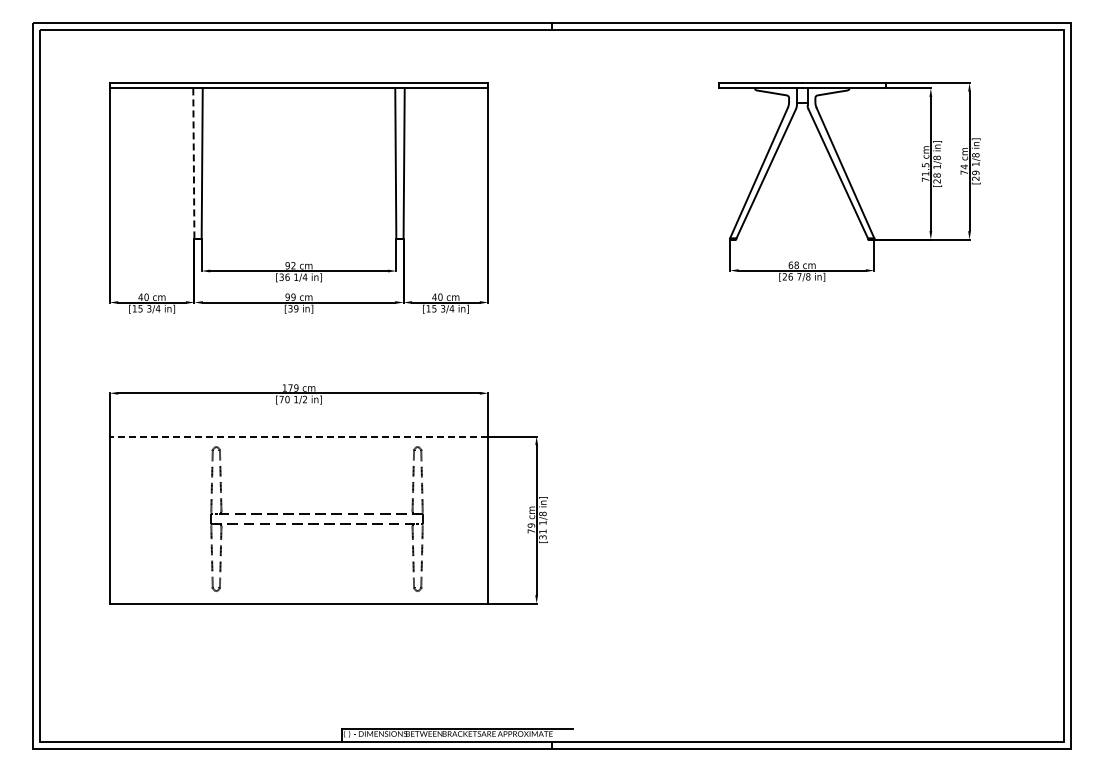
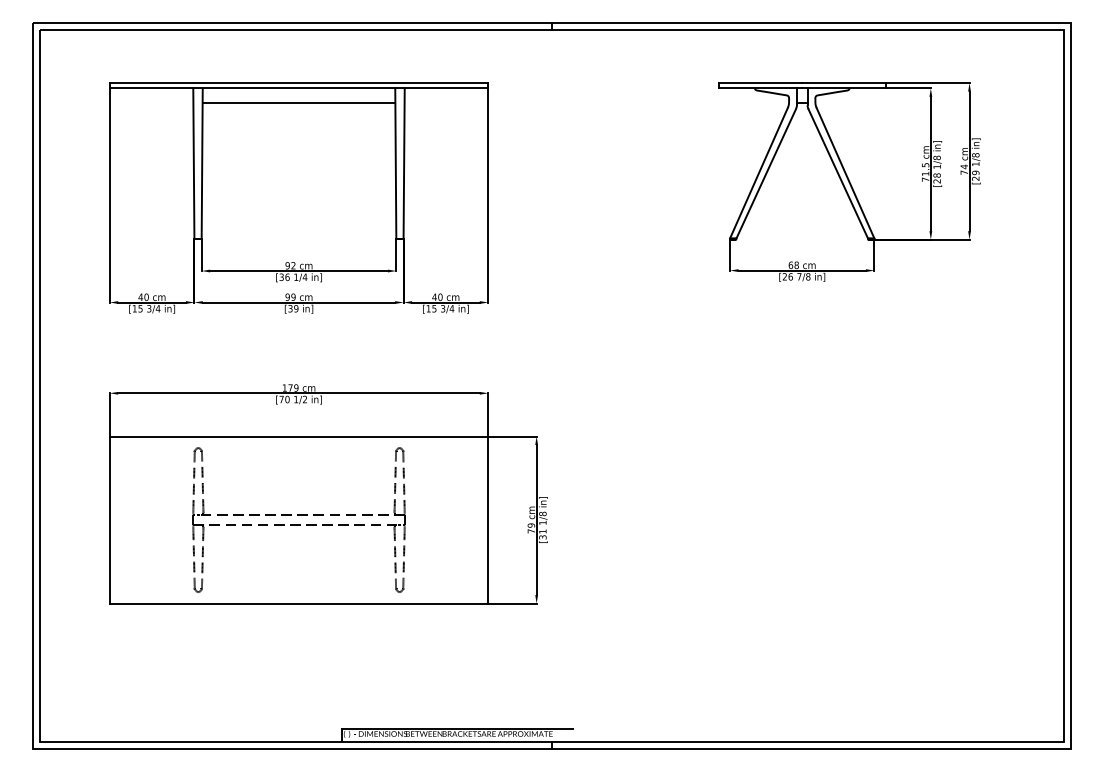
line at (298, 103): none -> present
line at (193, 163): dashed -> solid
line at (298, 436): dashed -> solid
part at (316, 518) position: (316, 518) -> (298, 519)
